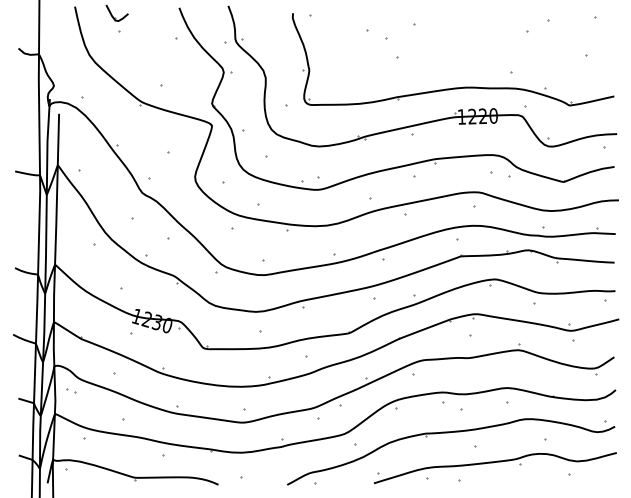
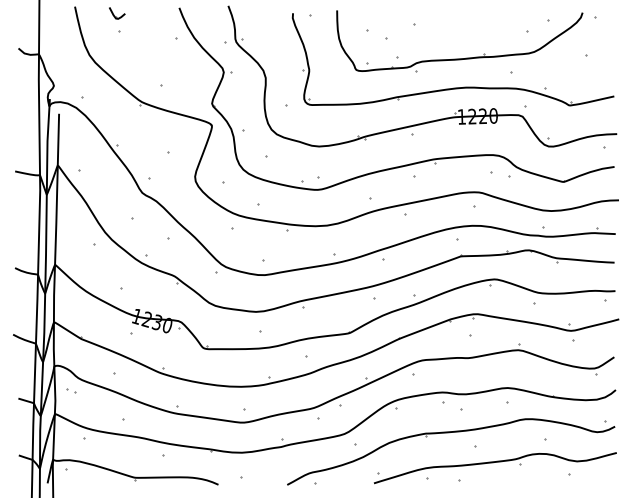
part at (116, 13) size: 24x17 px -> 17x13 px
part at (459, 58): none -> present
